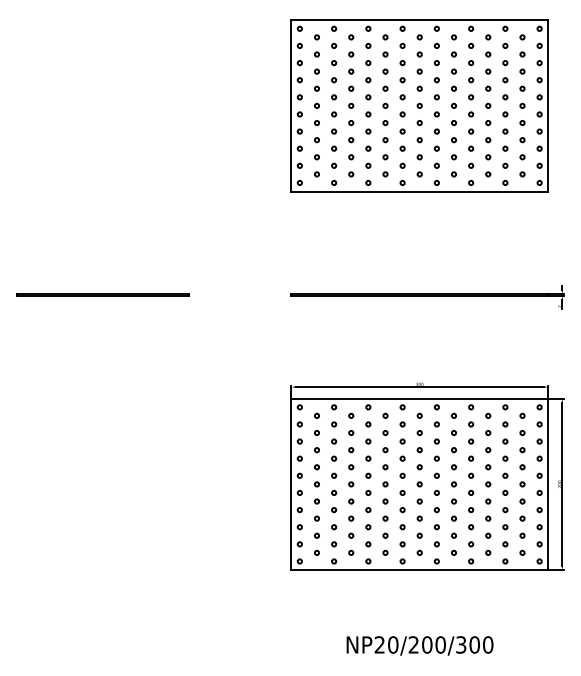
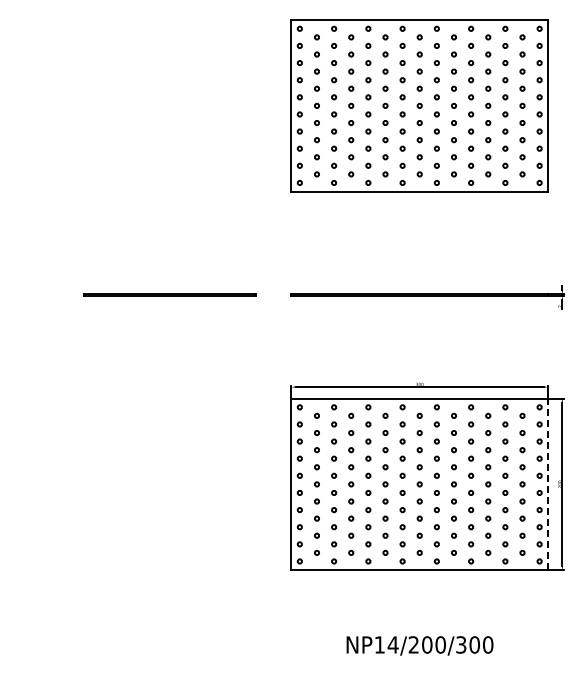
line at (102, 294) position: (102, 294) -> (169, 294)
line at (548, 484): solid -> dashed
text at (386, 644): NP20/200/300 -> NP14/200/300
